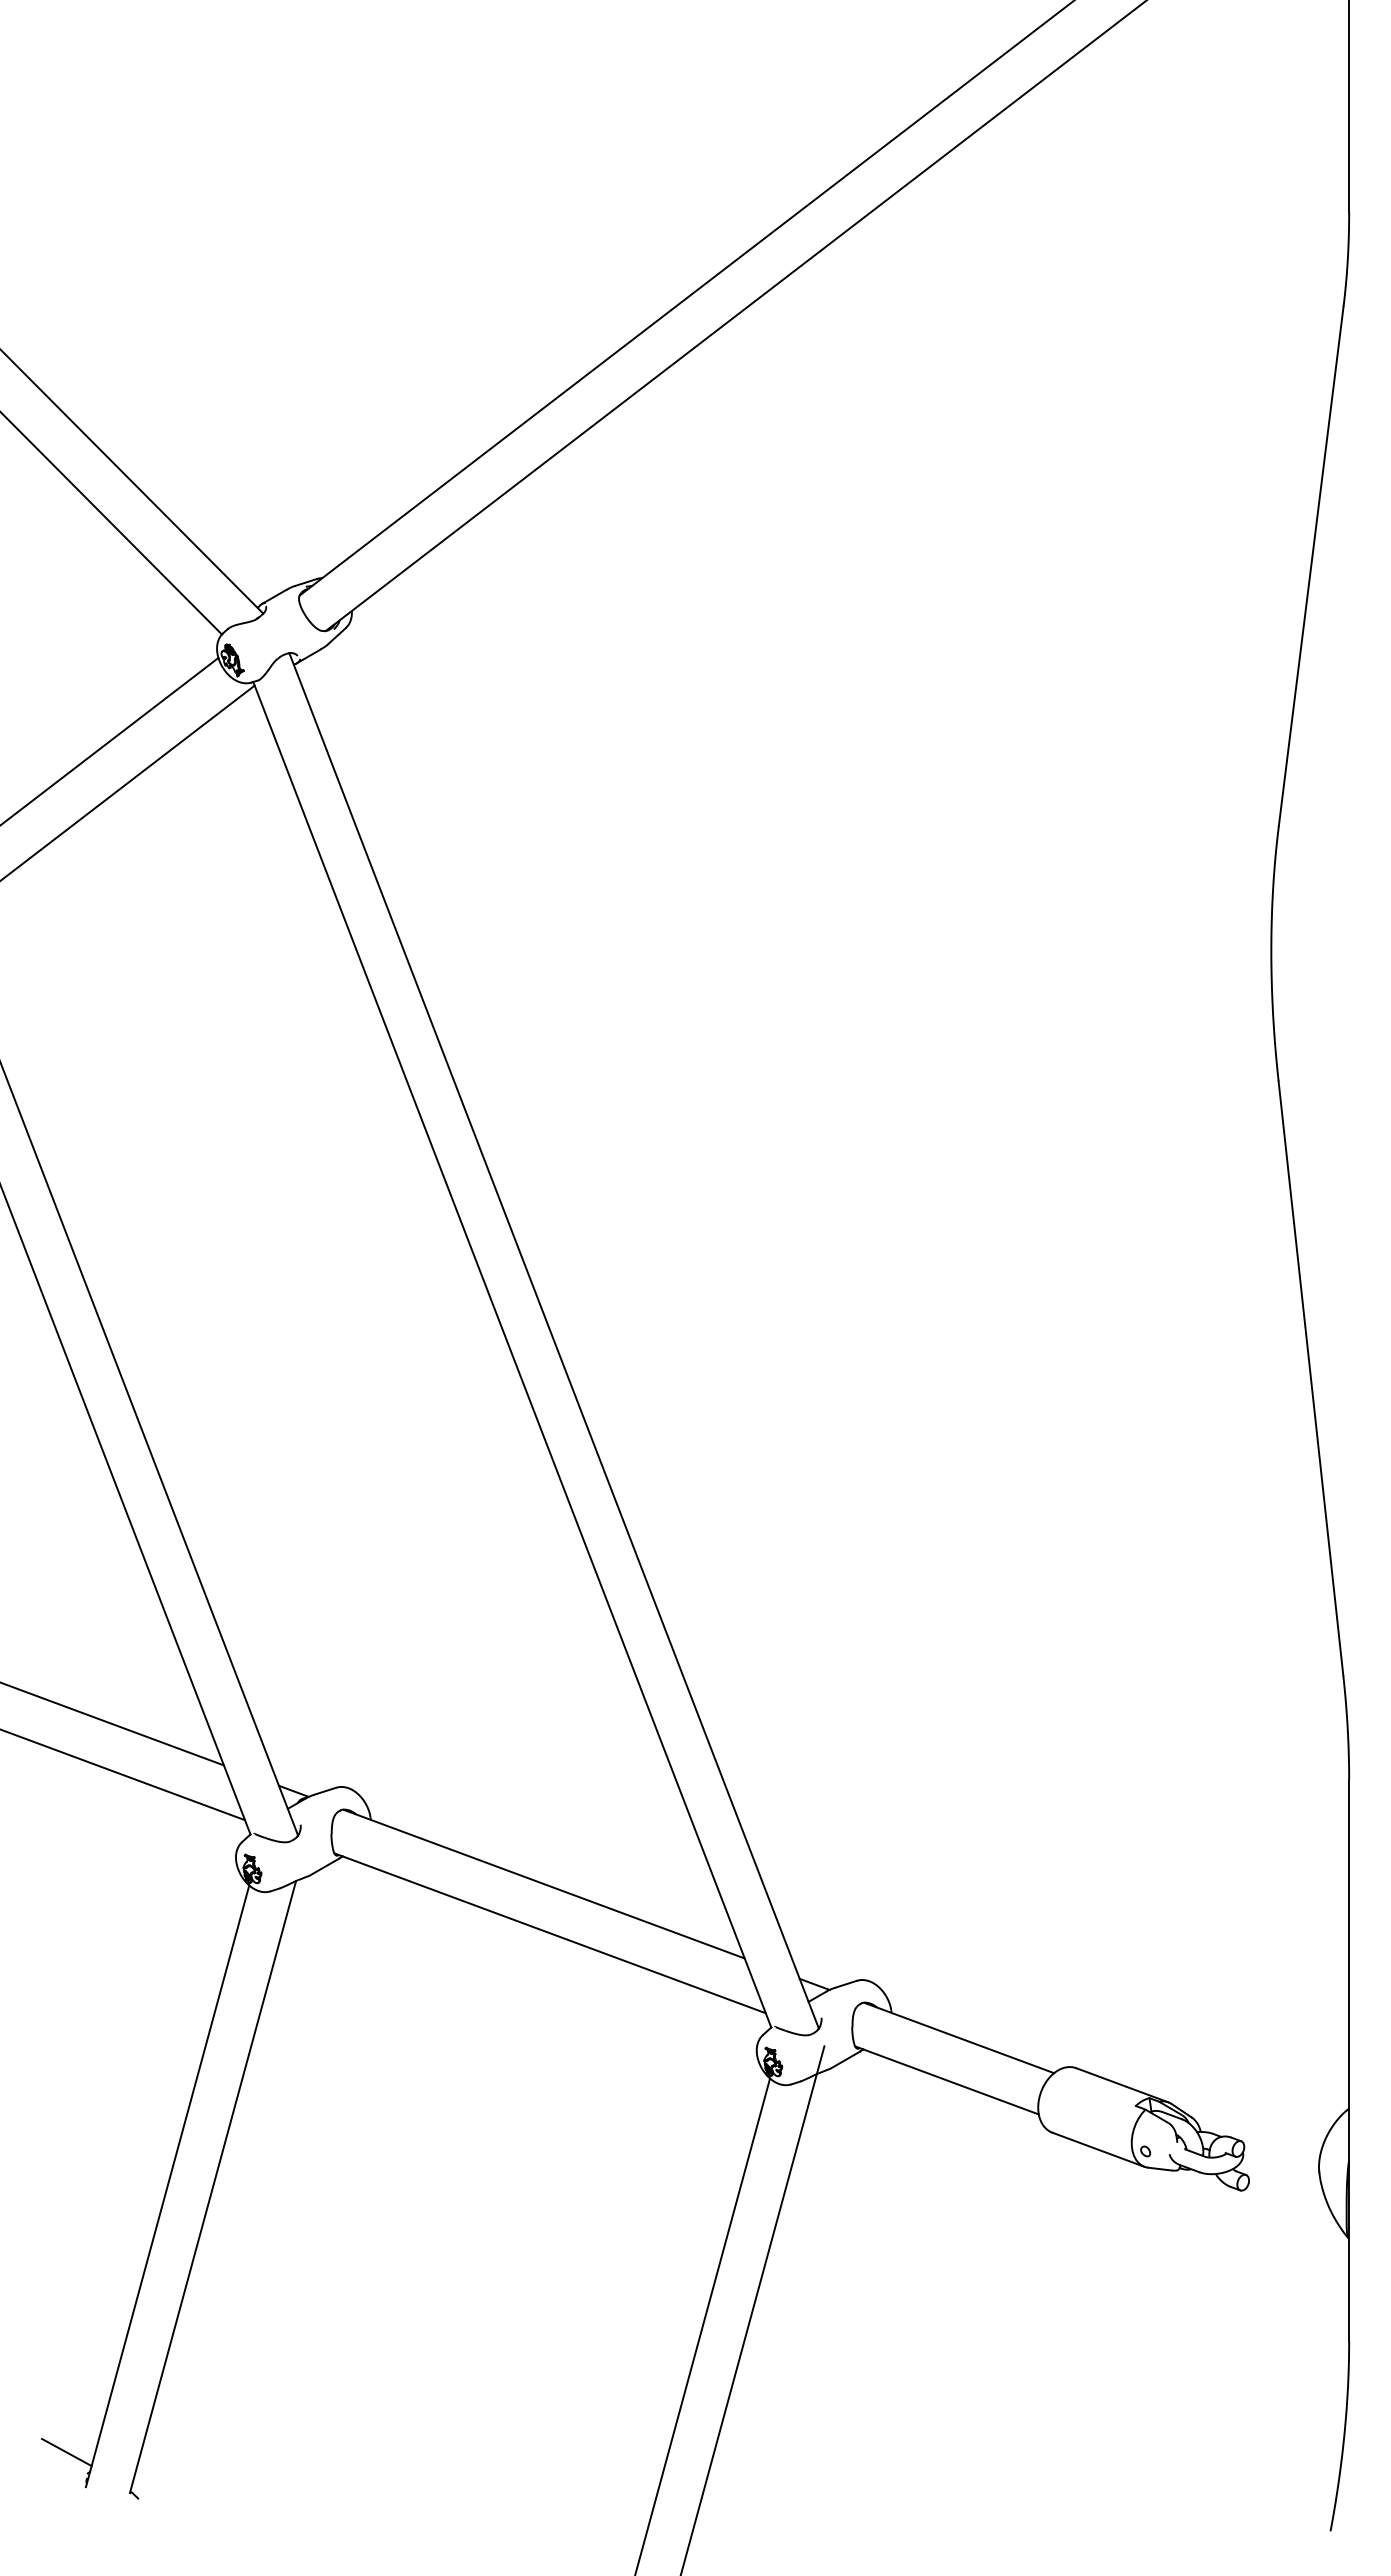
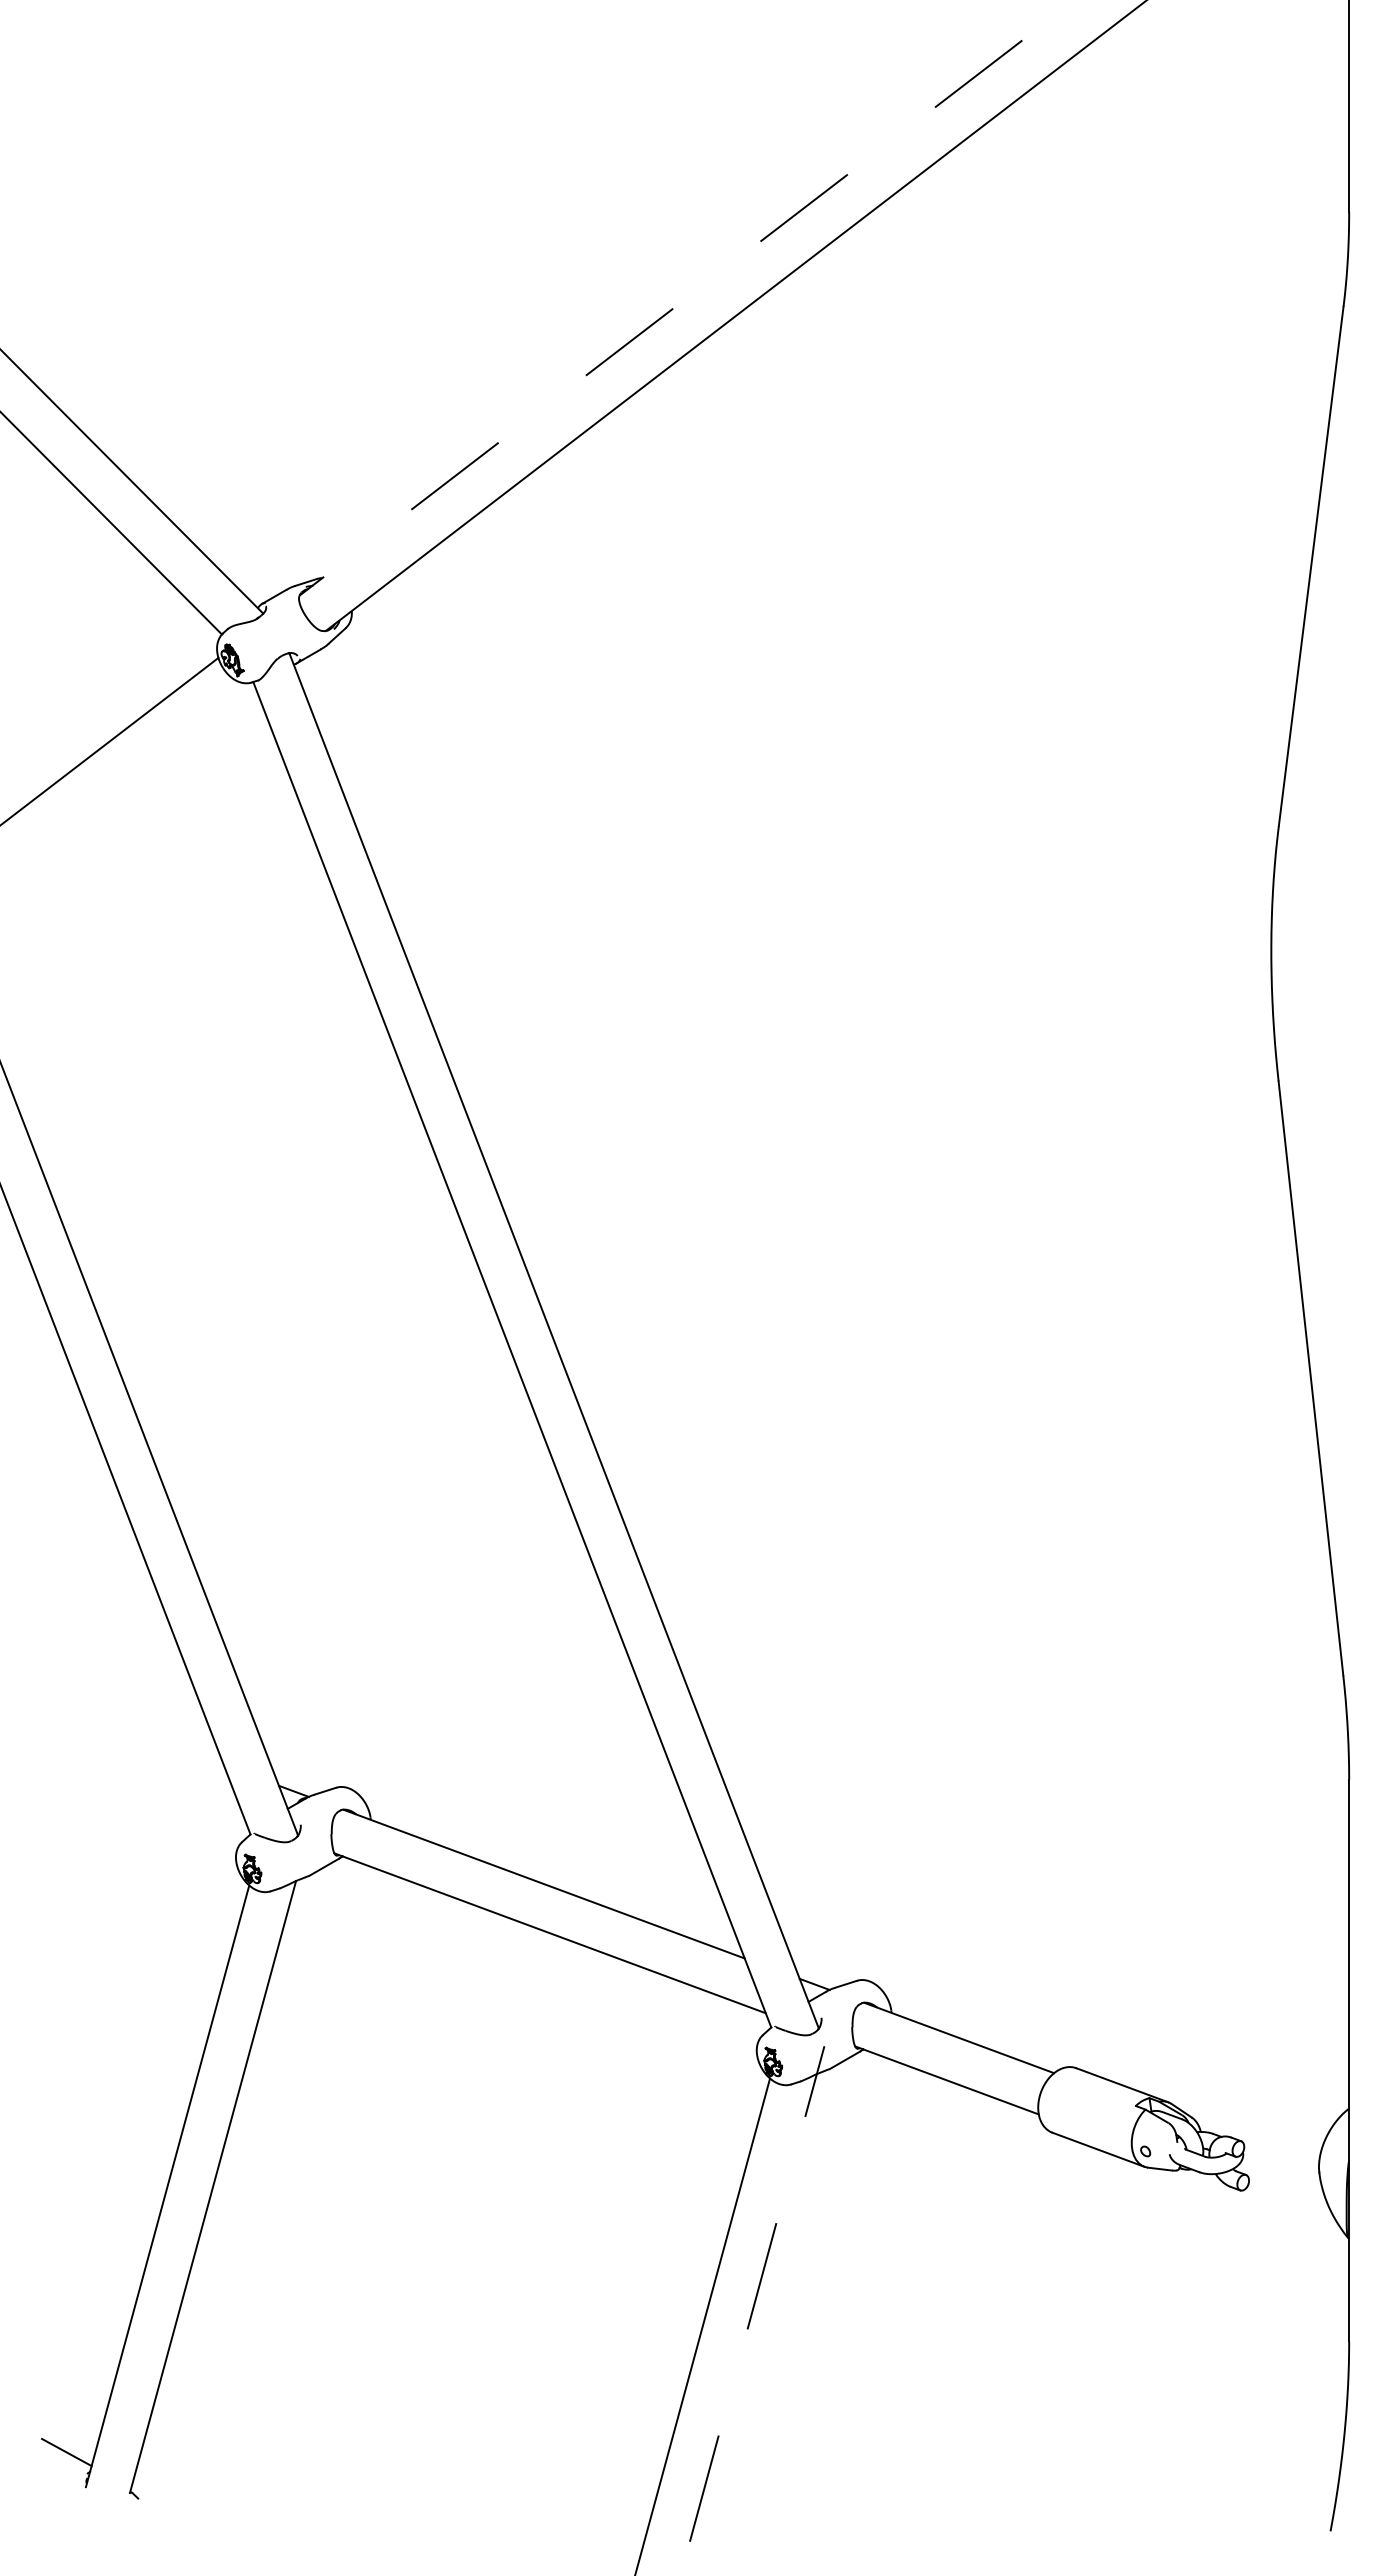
line at (687, 297): solid -> dashed
line at (128, 782): present -> none
line at (112, 1724): present -> none
line at (123, 1775): present -> none
line at (752, 2310): solid -> dashed
